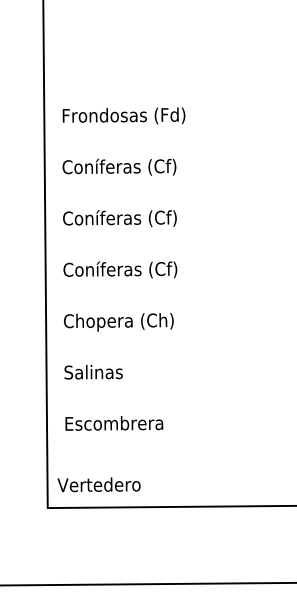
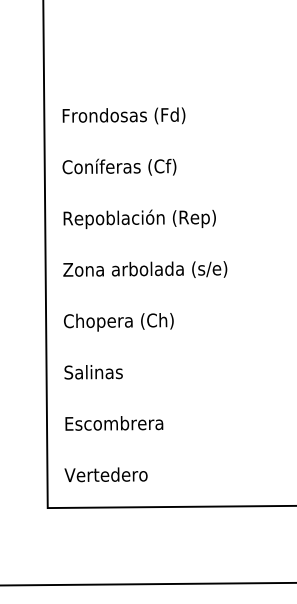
text at (139, 219): Coníferas (Cf) -> Repoblación (Rep)
text at (145, 269): Coníferas (Cf) -> Zona arbolada (s/e)
text at (98, 484) position: (98, 484) -> (105, 474)
